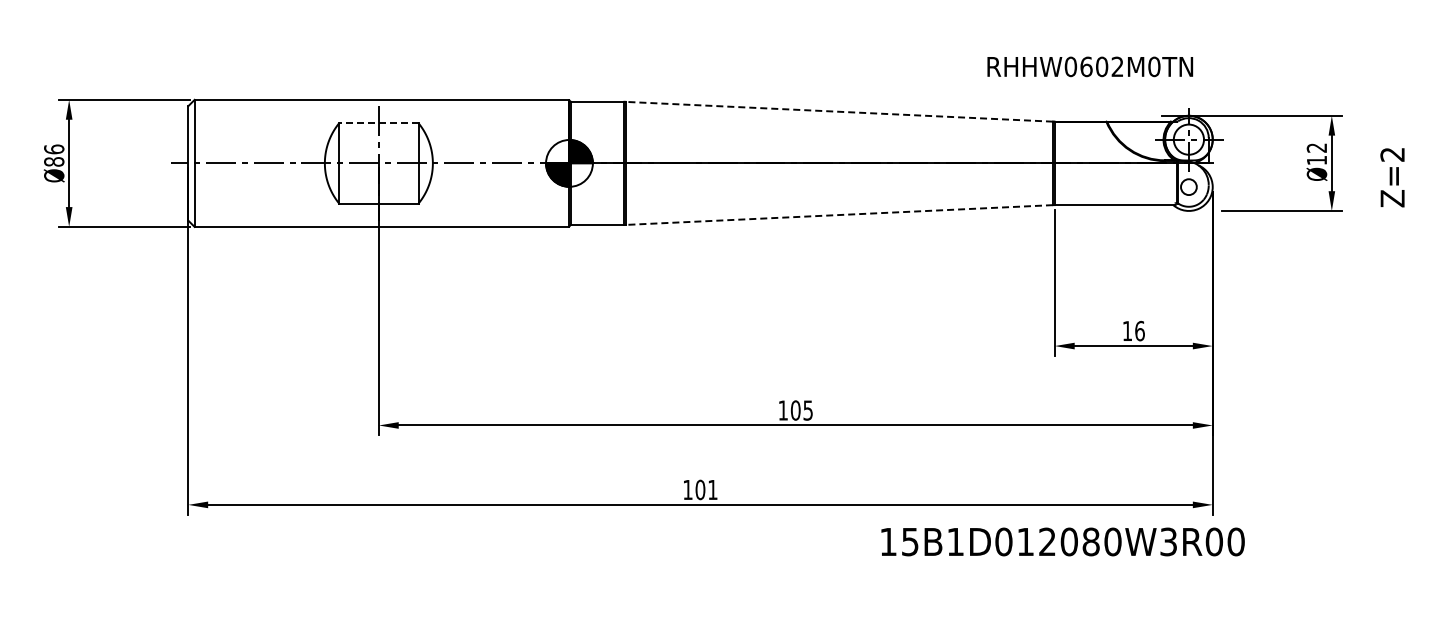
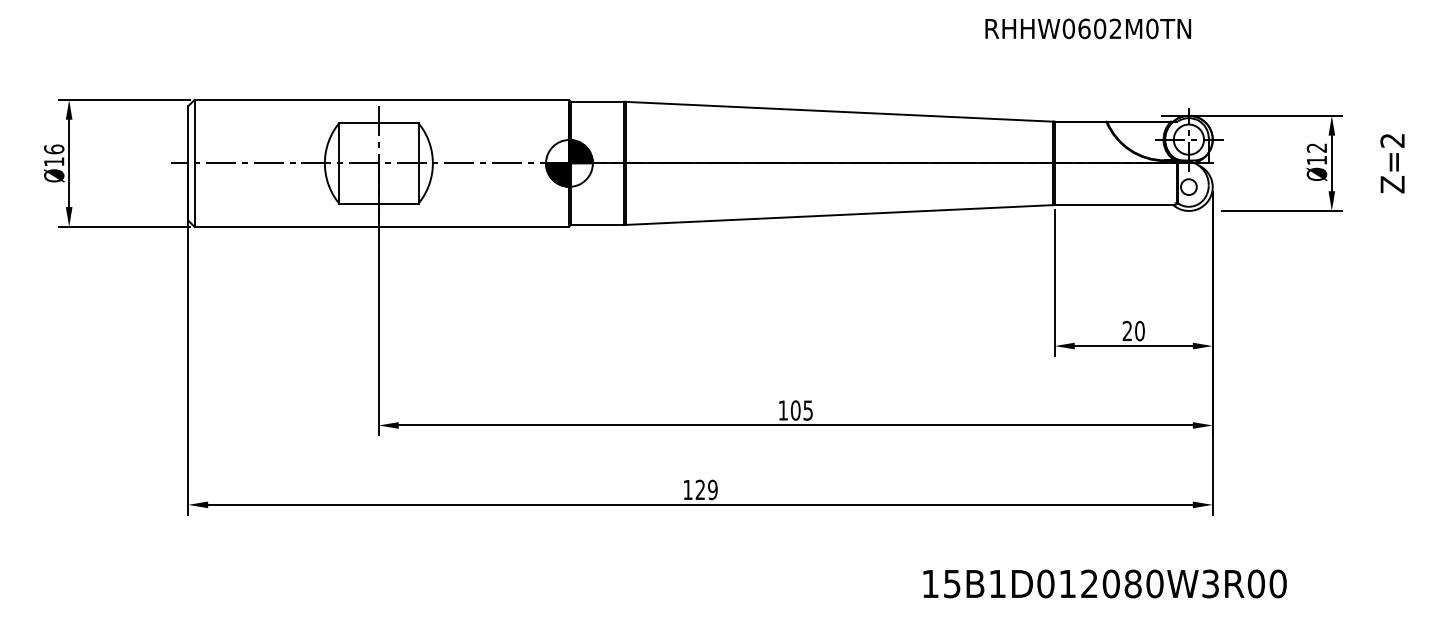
text at (1090, 66) position: (1090, 66) -> (1088, 28)
line at (839, 111): dashed -> solid
line at (378, 123): dashed -> solid
text at (54, 161): Ø86 -> Ø16
text at (1392, 177) position: (1392, 177) -> (1392, 163)
line at (839, 215): dashed -> solid
text at (1133, 330): 16 -> 20
text at (706, 489): 101 -> 129
text at (1062, 541) position: (1062, 541) -> (1104, 583)
